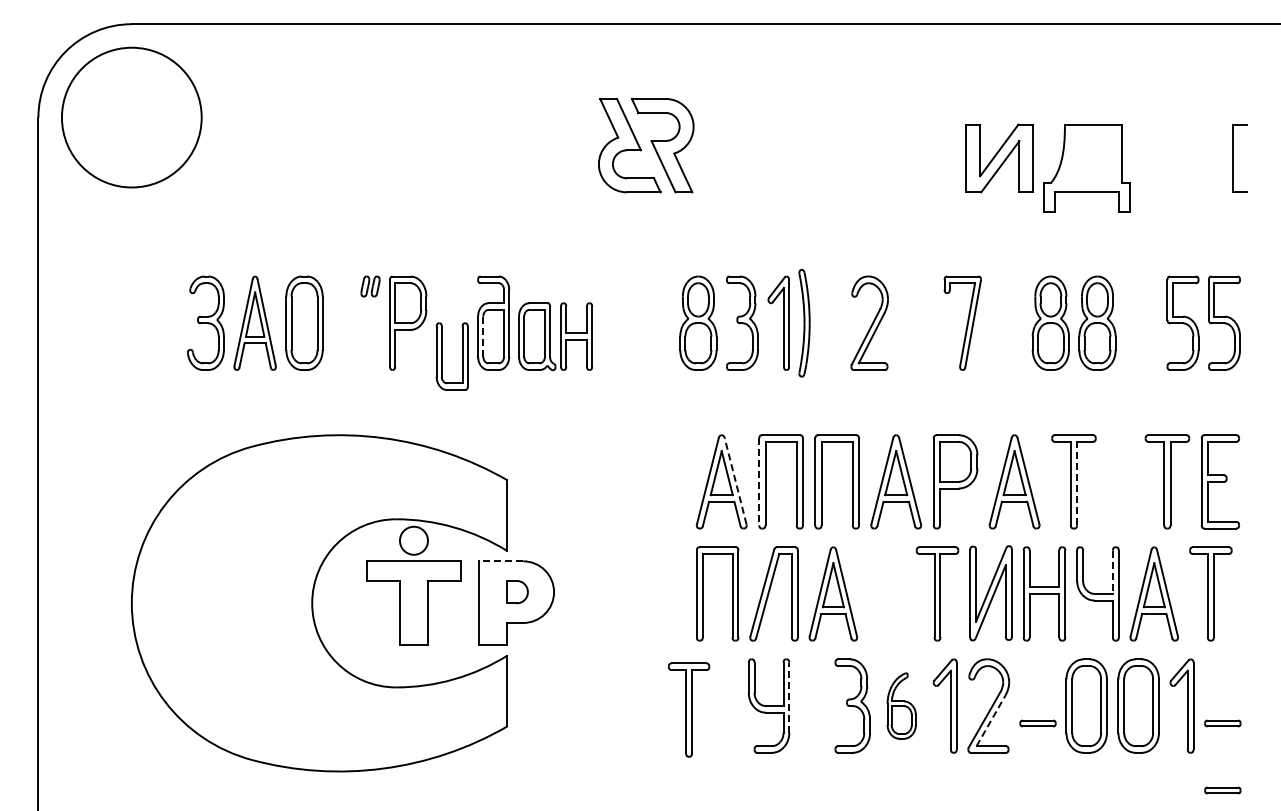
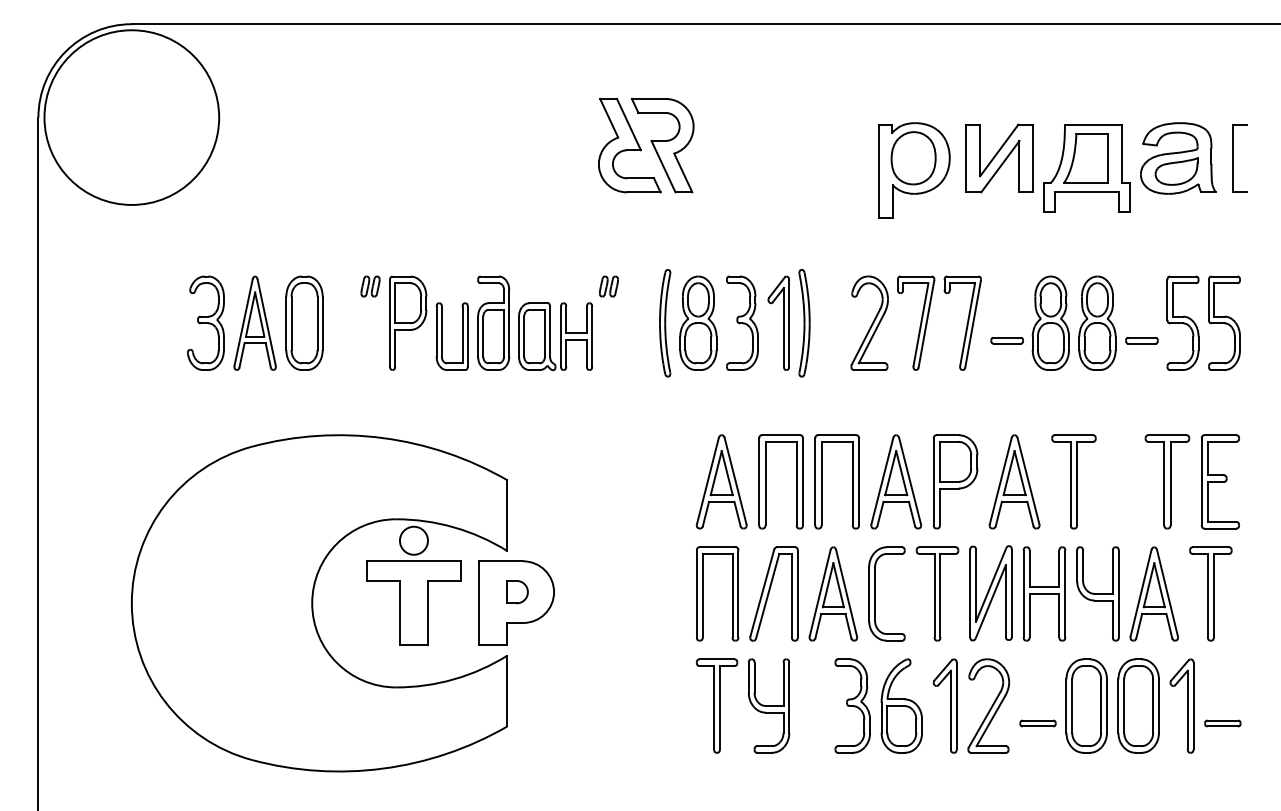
circle at (131, 117) diameter: 140 px -> 175 px
part at (1085, 158): none -> present
part at (1178, 158): none -> present
part at (914, 170): none -> present
part at (608, 286): none -> present
part at (916, 322): none -> present
part at (665, 323): none -> present
line at (483, 336): dashed -> solid
part at (1006, 340): none -> present
part at (1141, 340): none -> present
part at (442, 356) position: (442, 356) -> (442, 336)
line at (735, 480): dashed -> solid
line at (759, 482): dashed -> solid
line at (1077, 483): dashed -> solid
line at (501, 561): dashed -> solid
line at (1112, 572): dashed -> solid
part at (875, 593): none -> present
line at (789, 697): dashed -> solid
part at (901, 705) size: 31x68 px -> 43x96 px
part at (688, 709) position: (688, 709) -> (716, 705)
line at (990, 721): dashed -> solid
part at (1222, 790): present -> none
